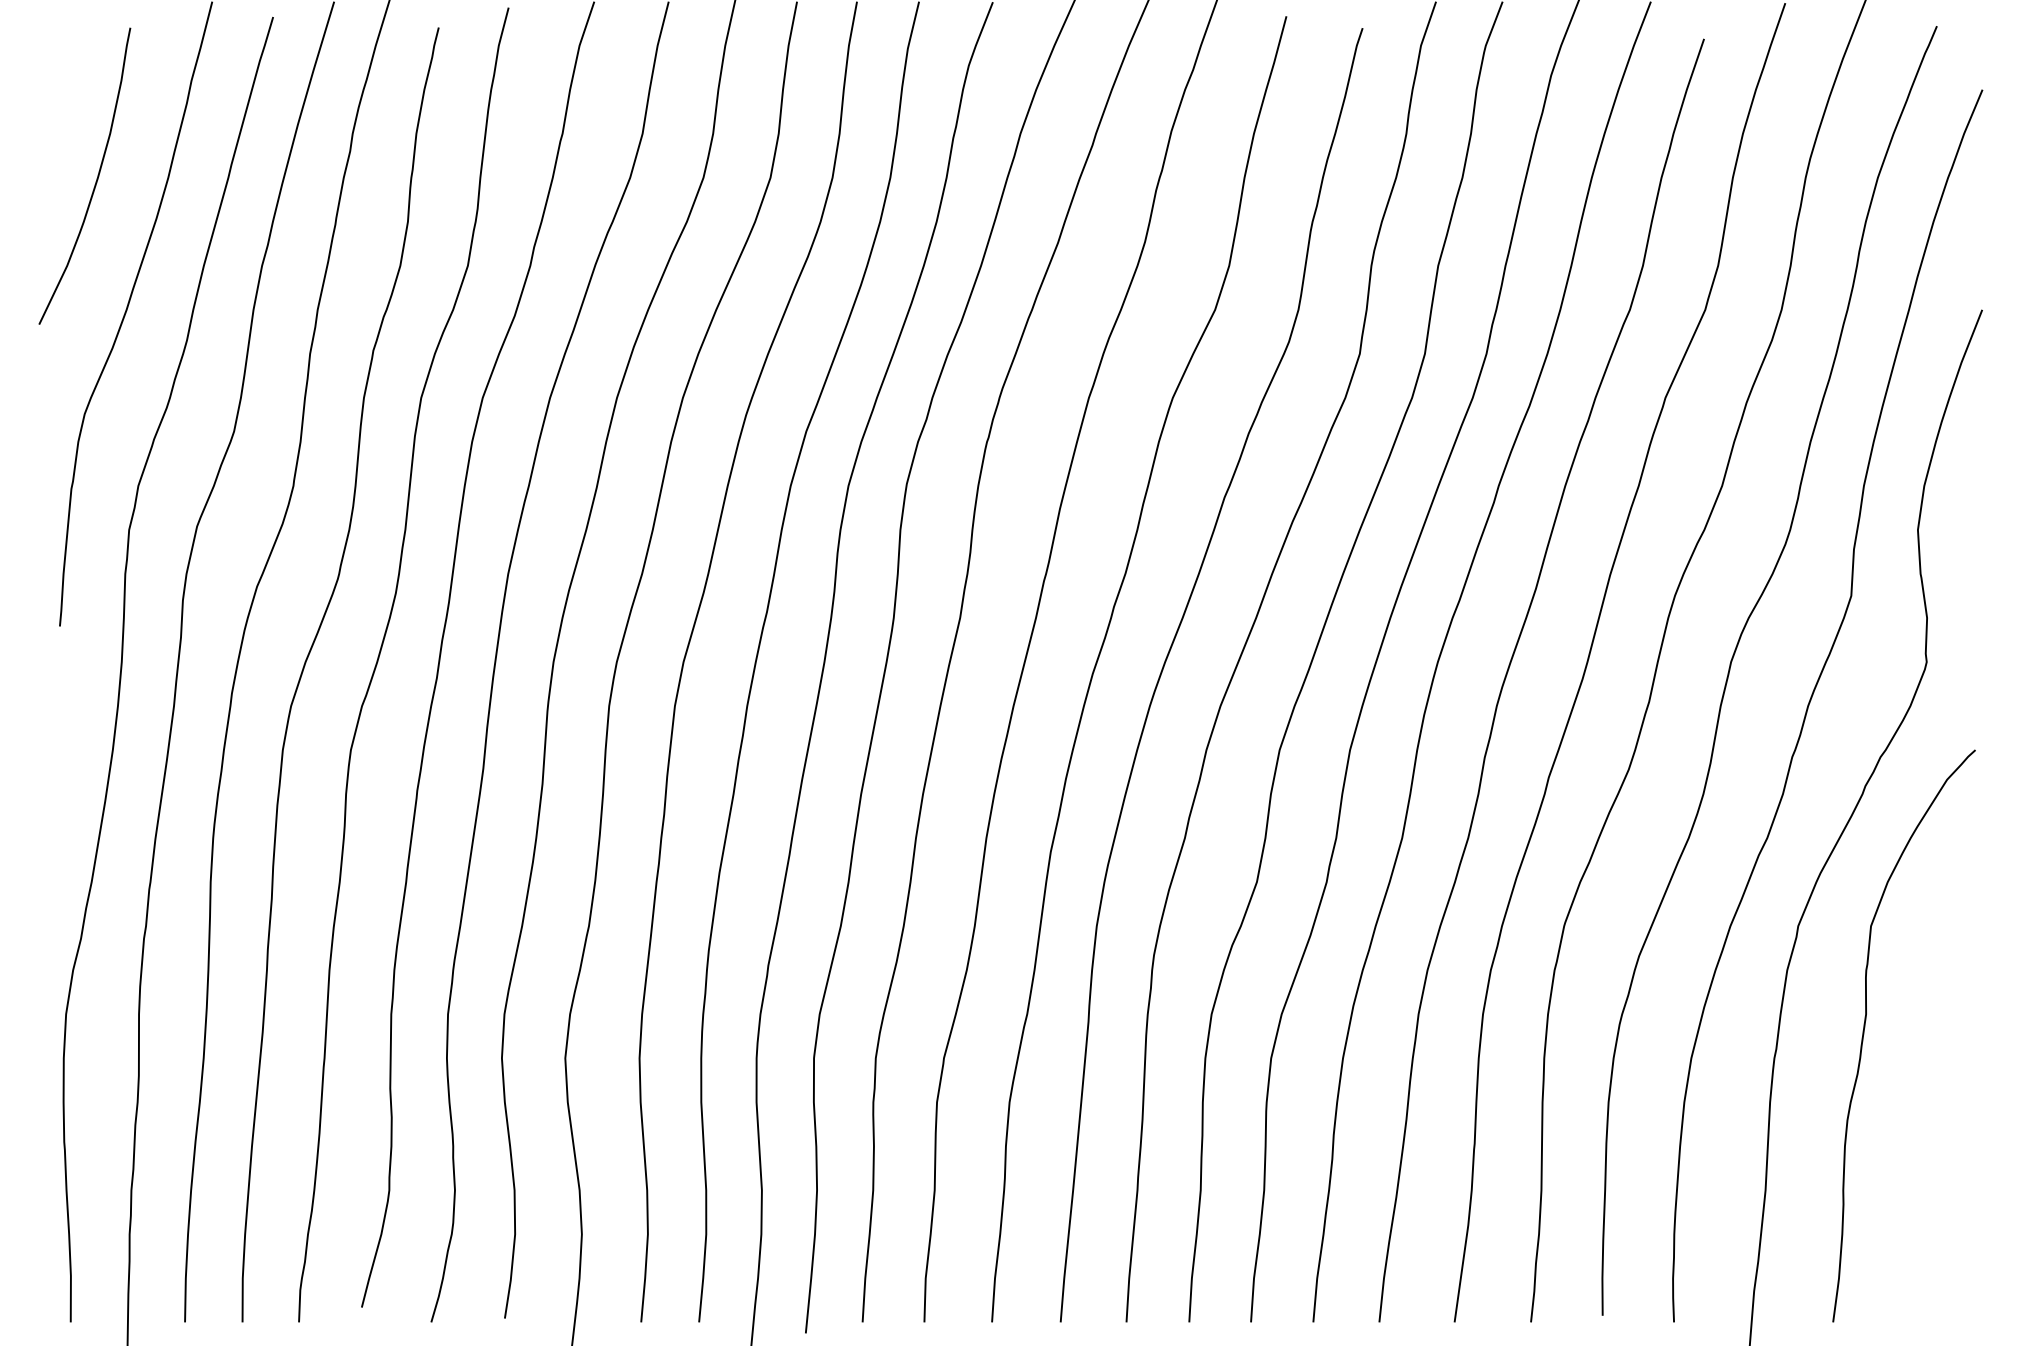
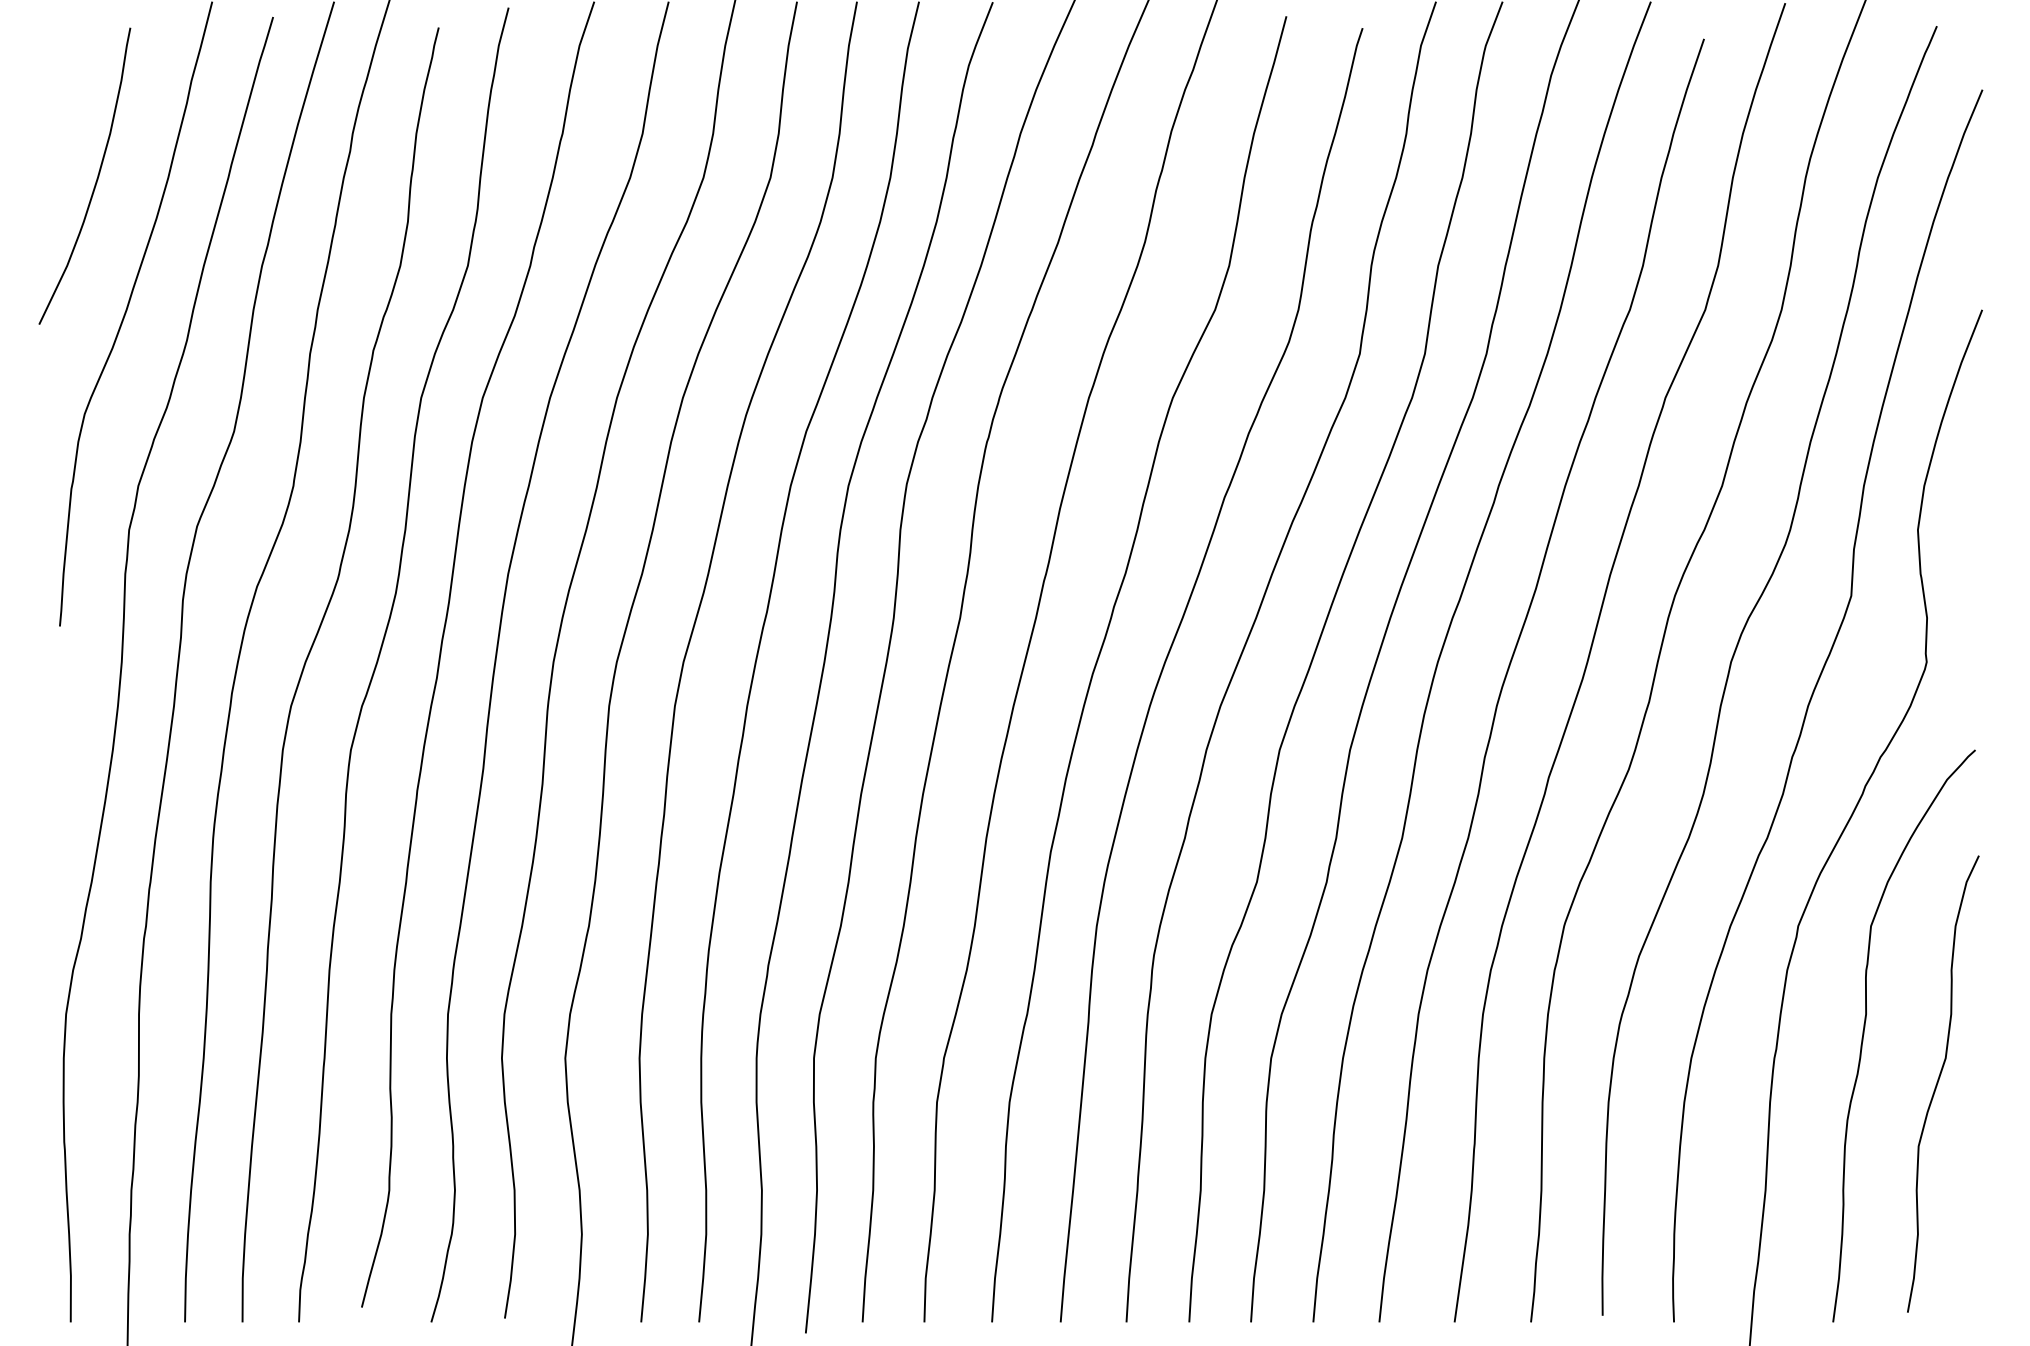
curve at (1939, 1080): none -> present
